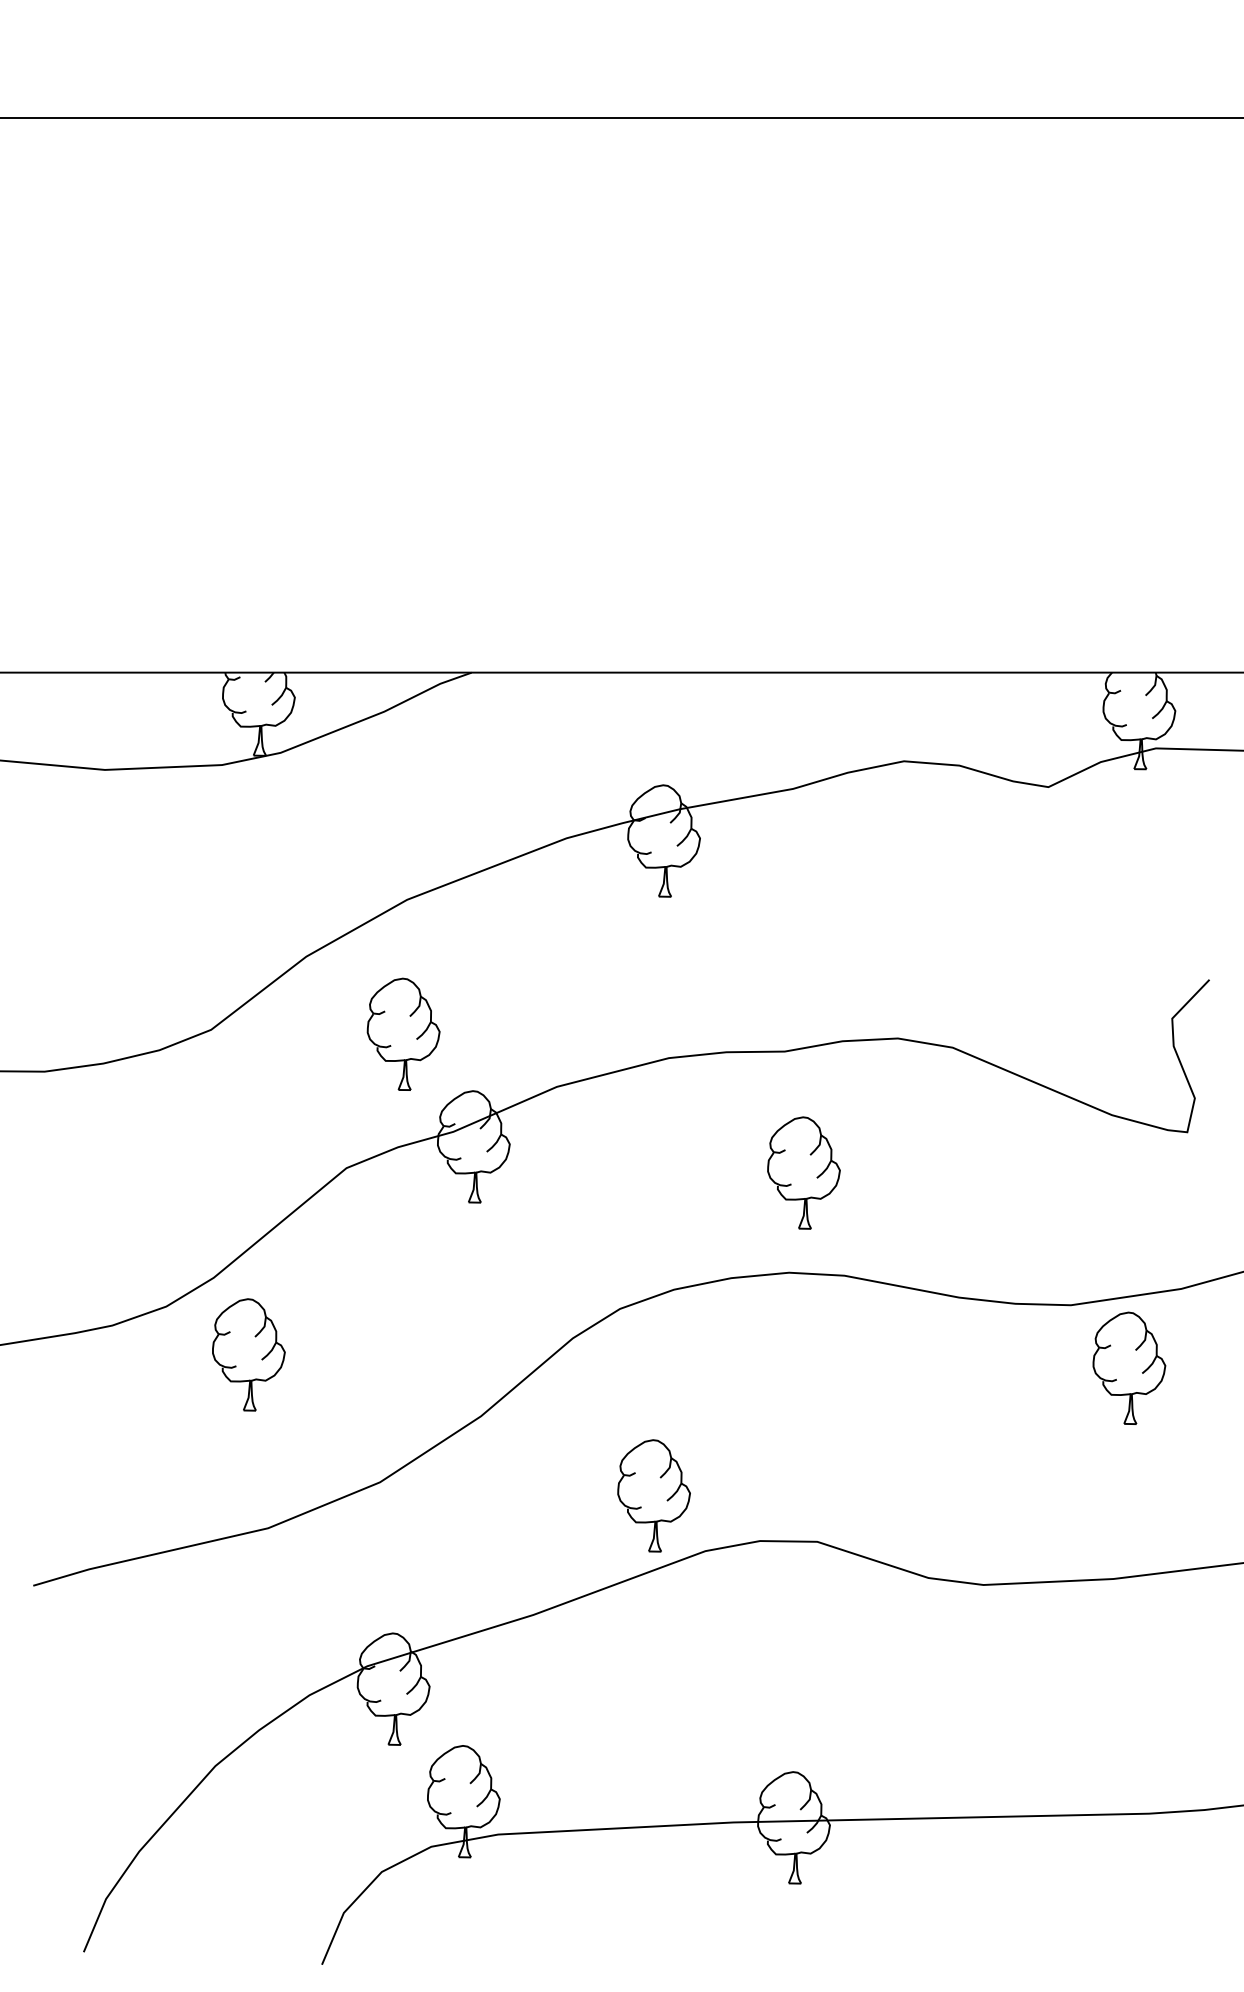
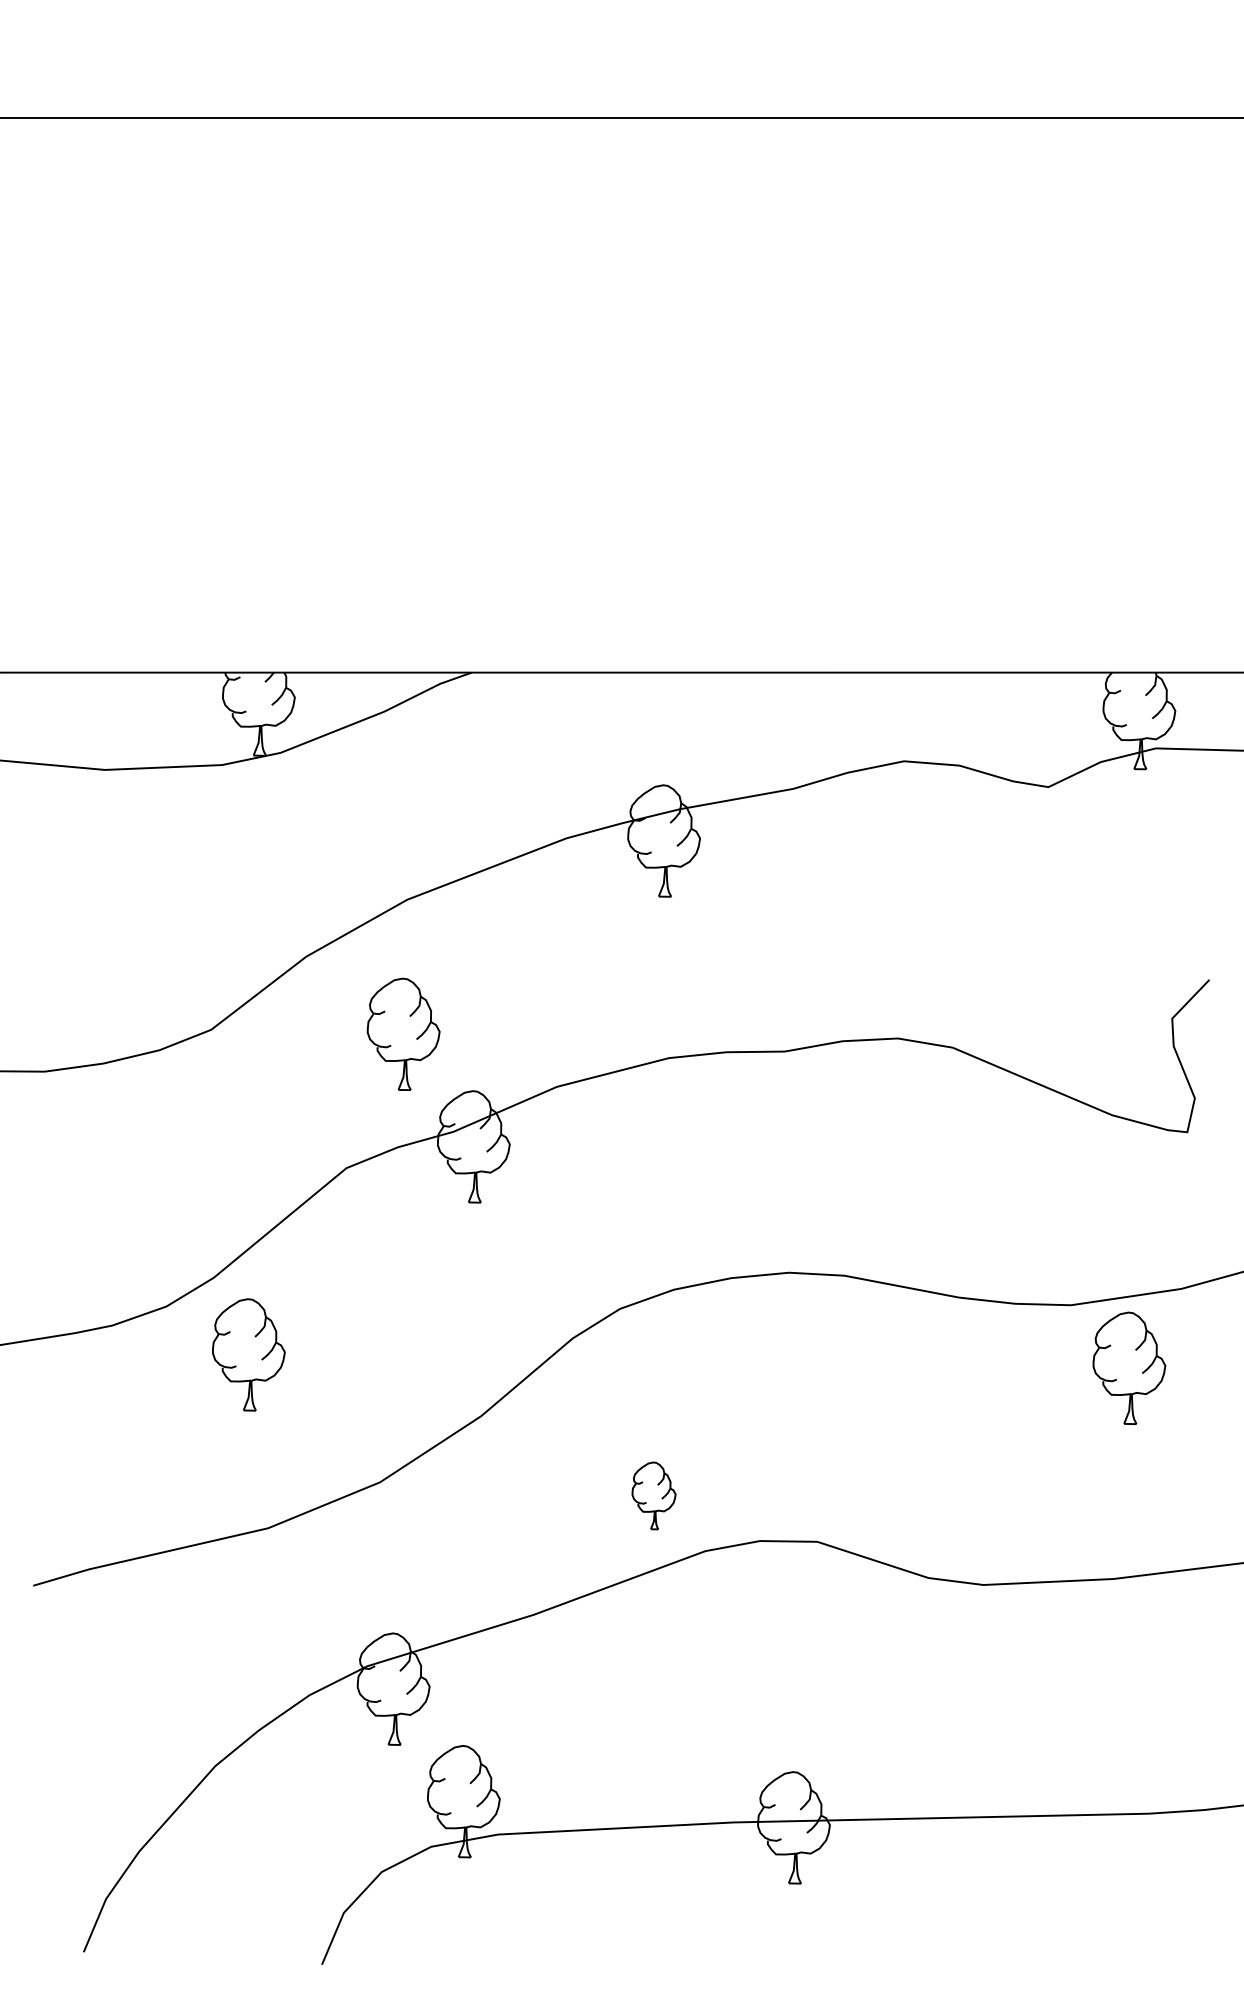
part at (803, 1172): present -> none
part at (653, 1495) size: 74x114 px -> 46x70 px
